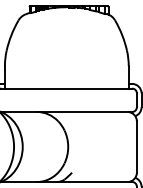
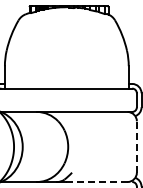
line at (136, 146): solid -> dashed
line at (99, 182): solid -> dashed
